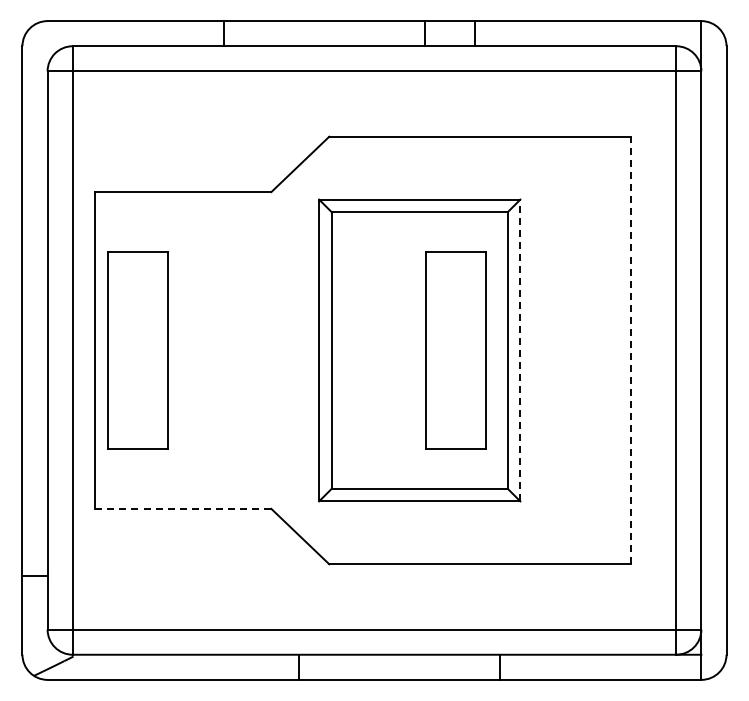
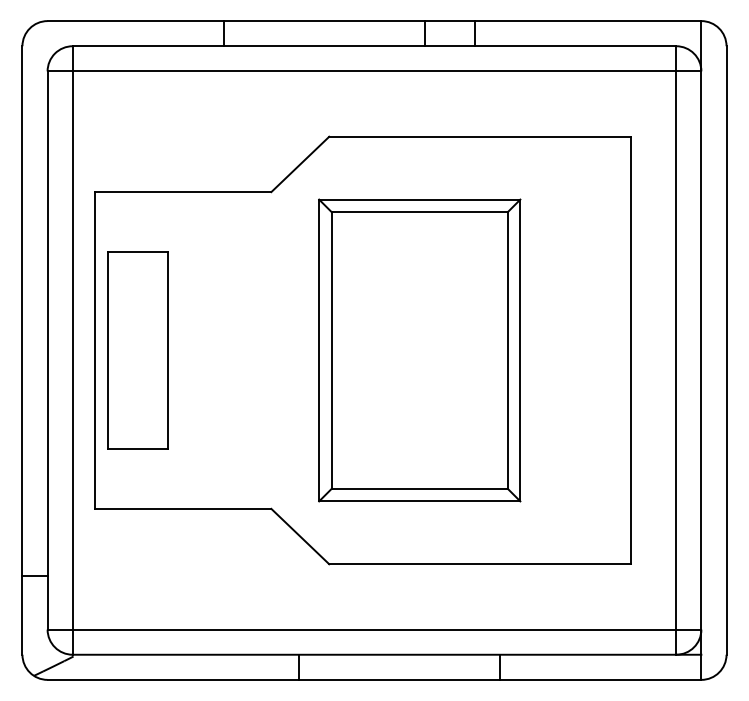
part at (455, 350): present -> none
line at (520, 350): dashed -> solid
line at (630, 350): dashed -> solid
line at (183, 508): dashed -> solid
